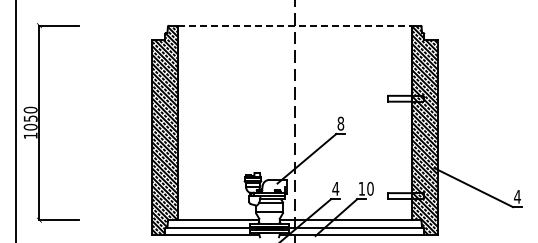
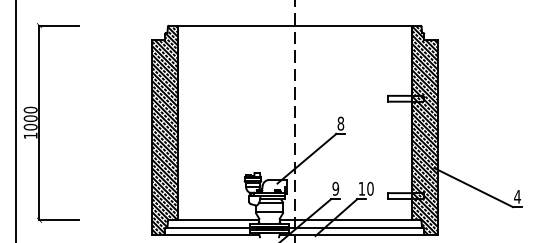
line at (294, 25): dashed -> solid
text at (30, 118): 1050 -> 1000
text at (335, 188): 4 -> 9
